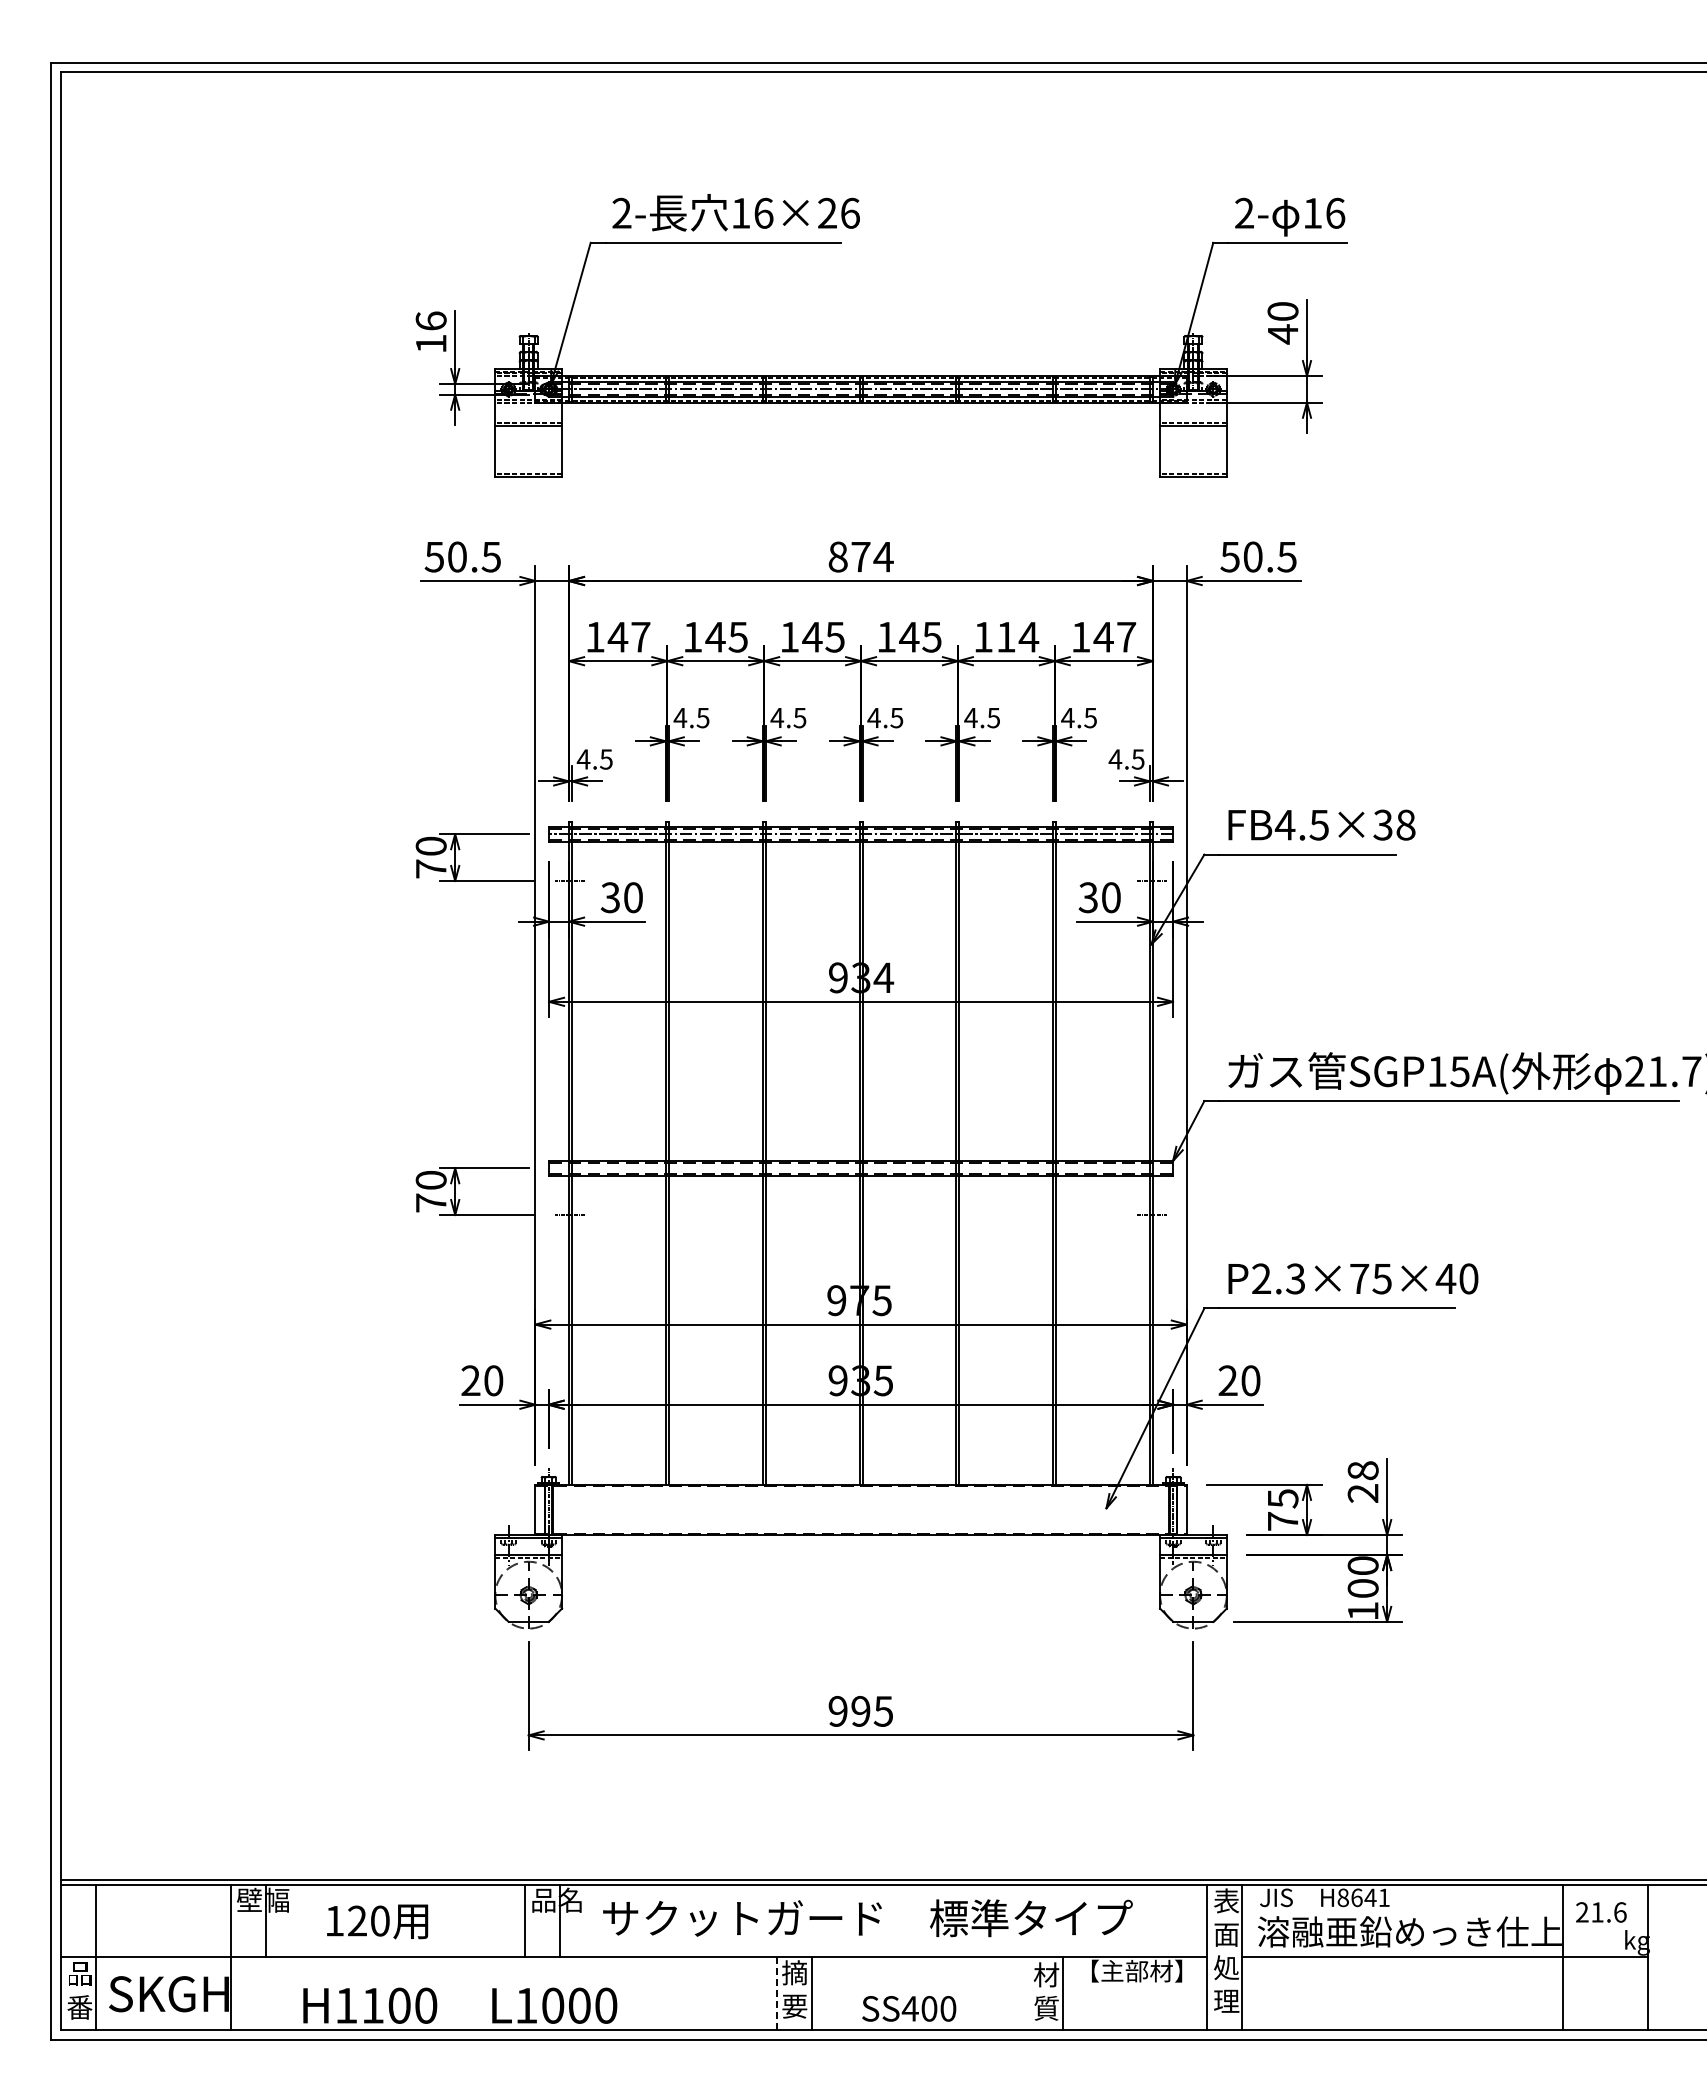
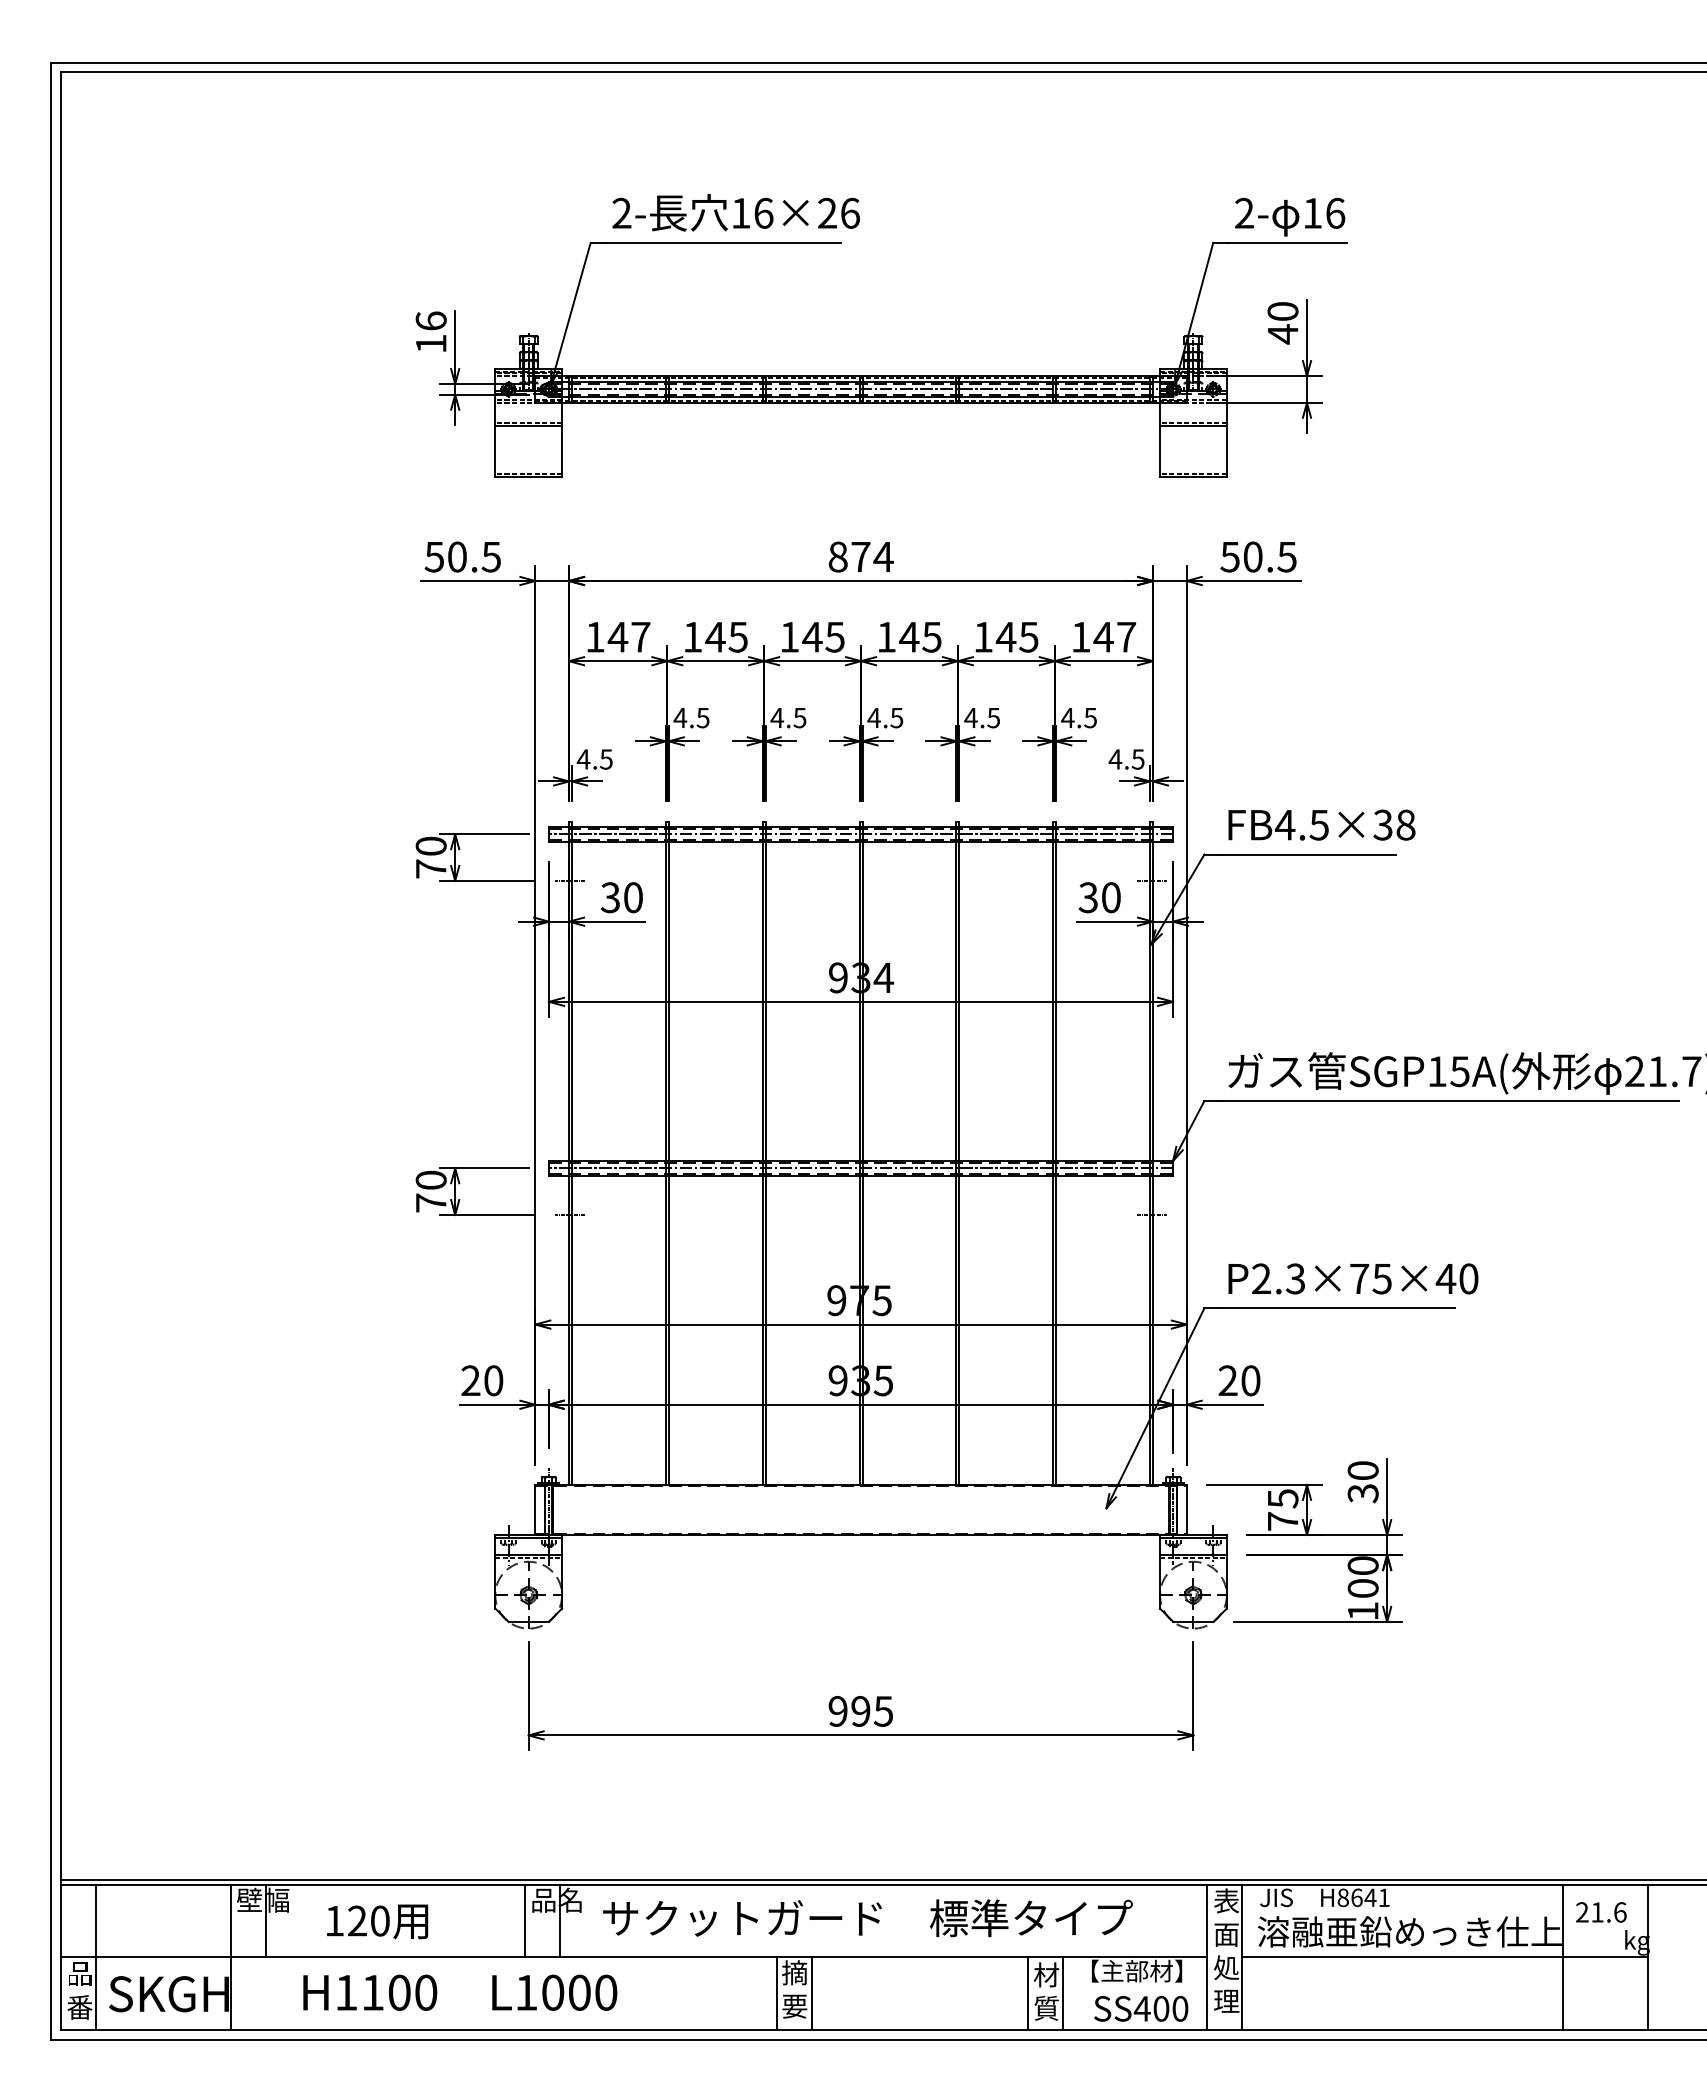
text at (1017, 637): 114 -> 145
line at (861, 1168): none -> present
text at (1362, 1482): 28 -> 30
line at (1028, 1993): none -> present
line at (776, 1994): dashed -> solid
text at (460, 2005) position: (460, 2005) -> (460, 1992)
text at (909, 2008) position: (909, 2008) -> (1141, 2008)
